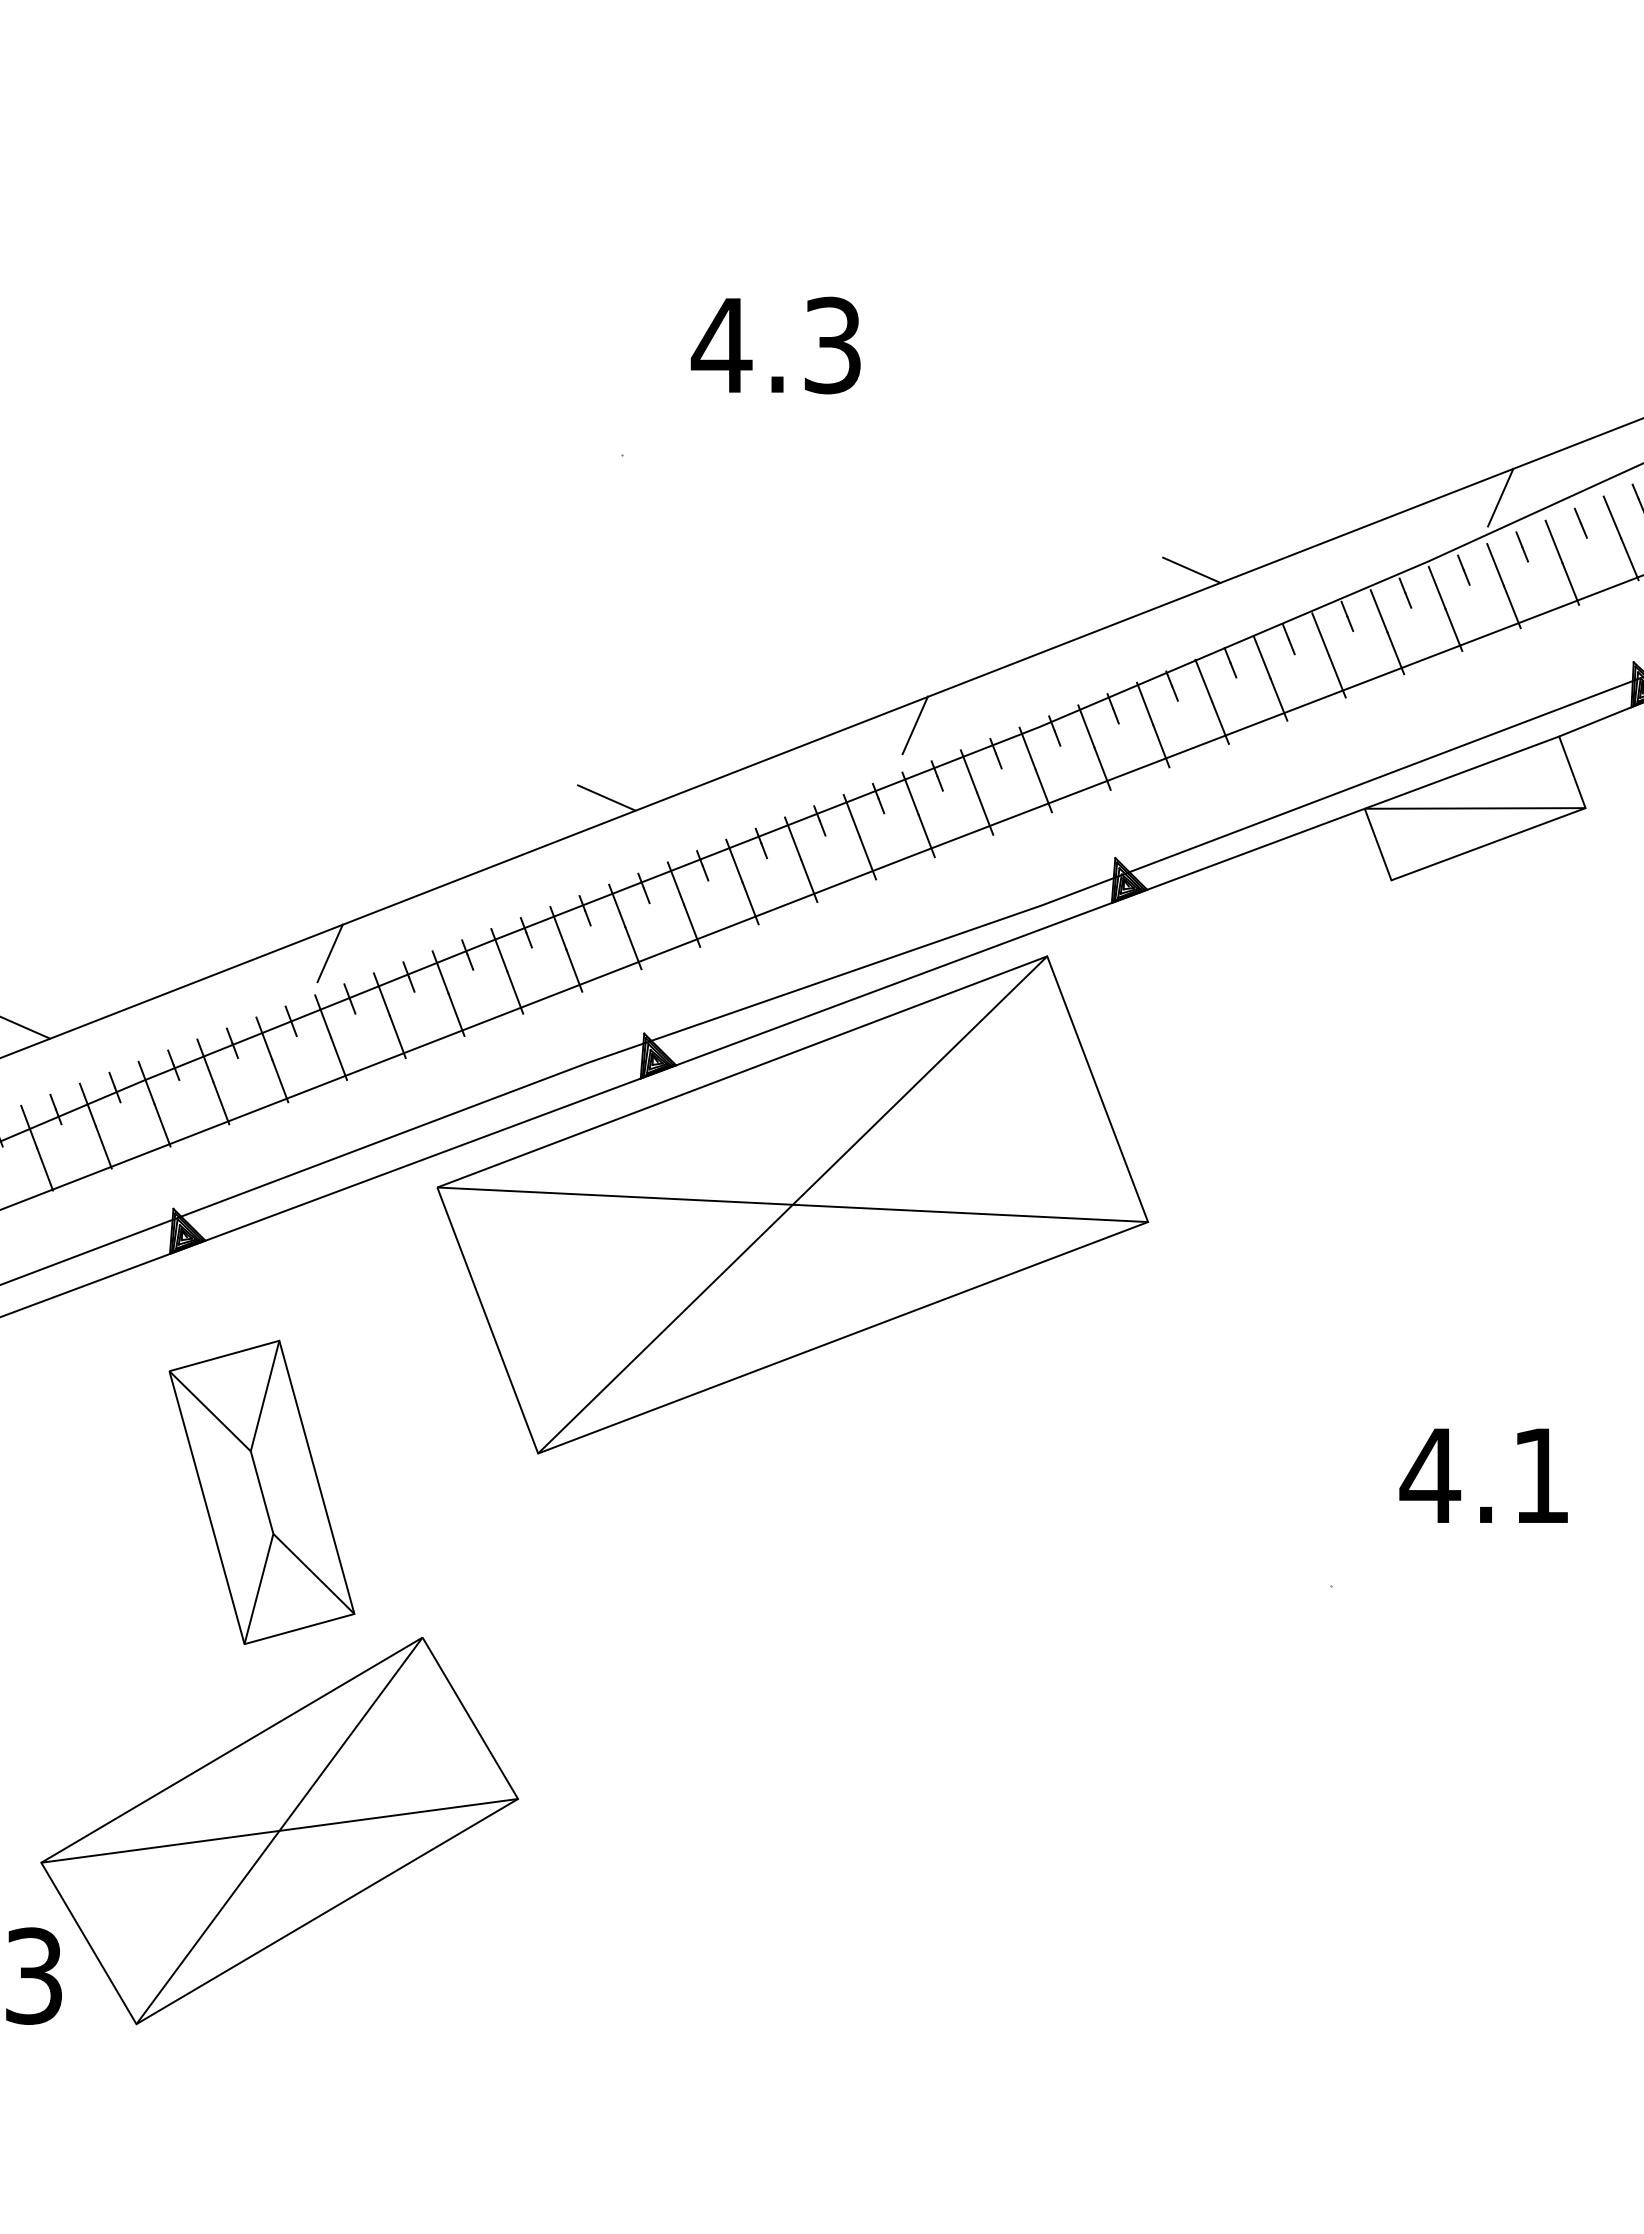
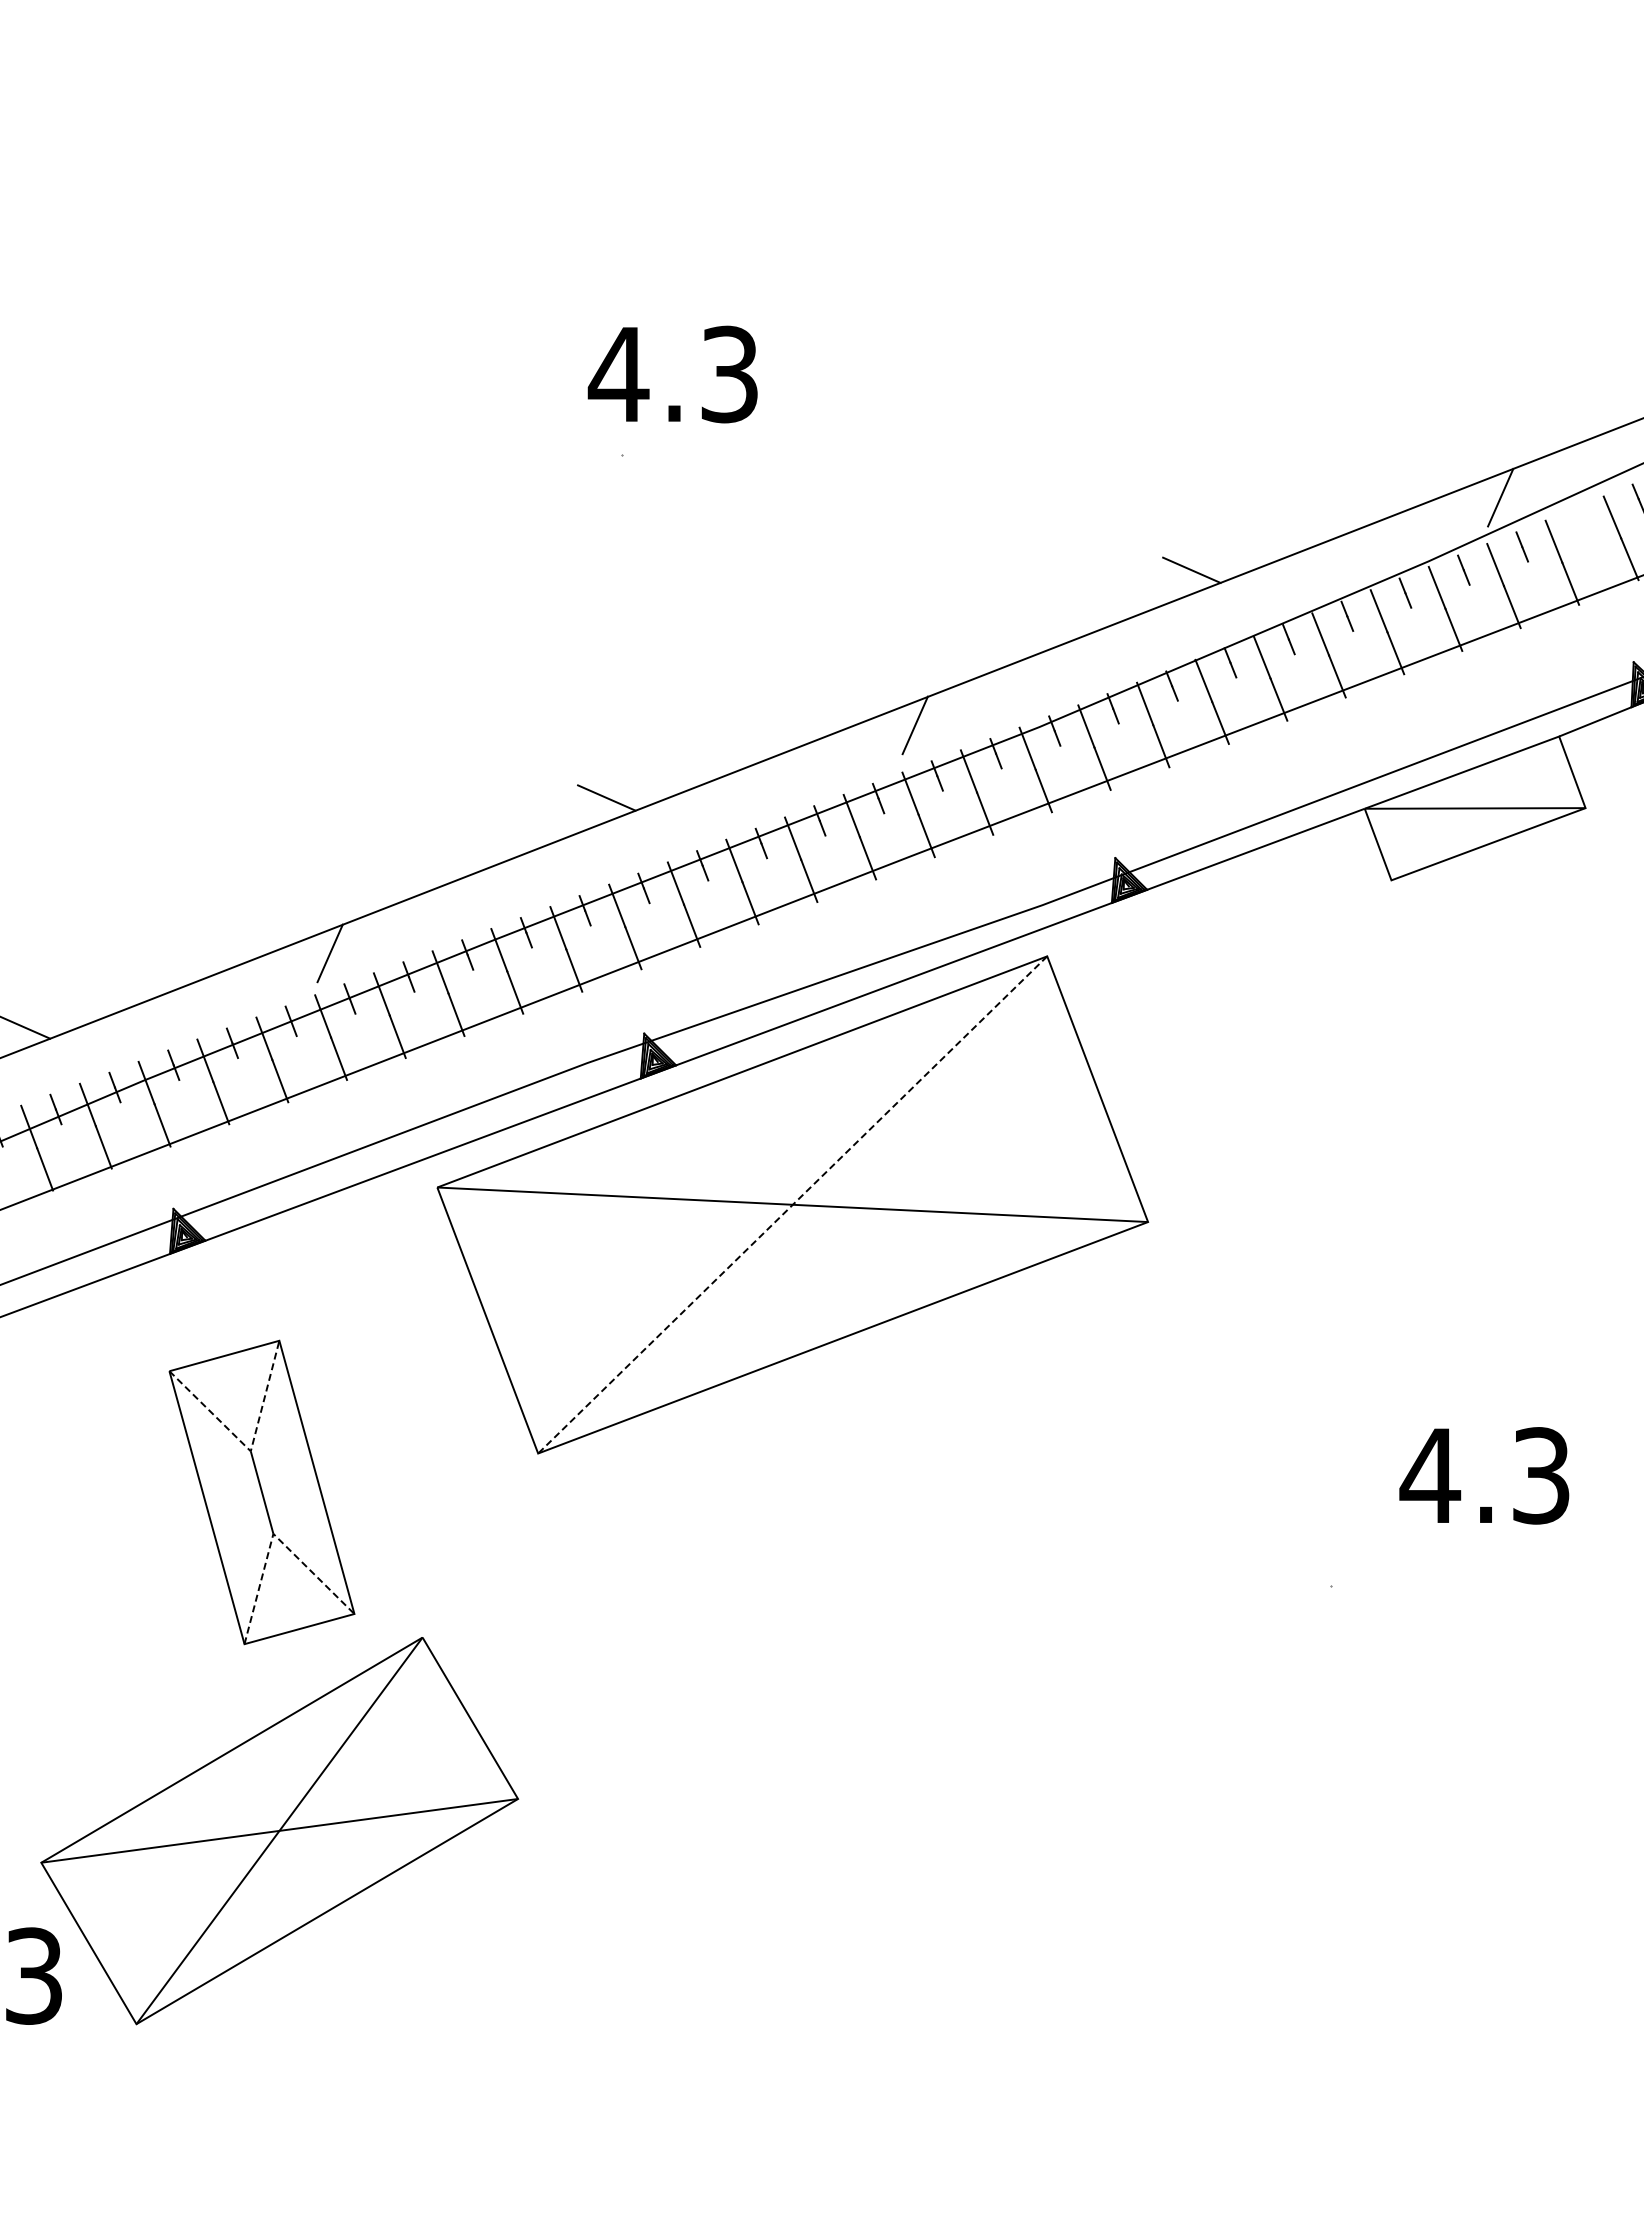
text at (775, 345) position: (775, 345) -> (672, 374)
line at (1580, 522): present -> none
line at (792, 1204): solid -> dashed
line at (250, 1451): solid -> dashed
text at (1541, 1475): 4.1 -> 4.3
line at (273, 1533): solid -> dashed
